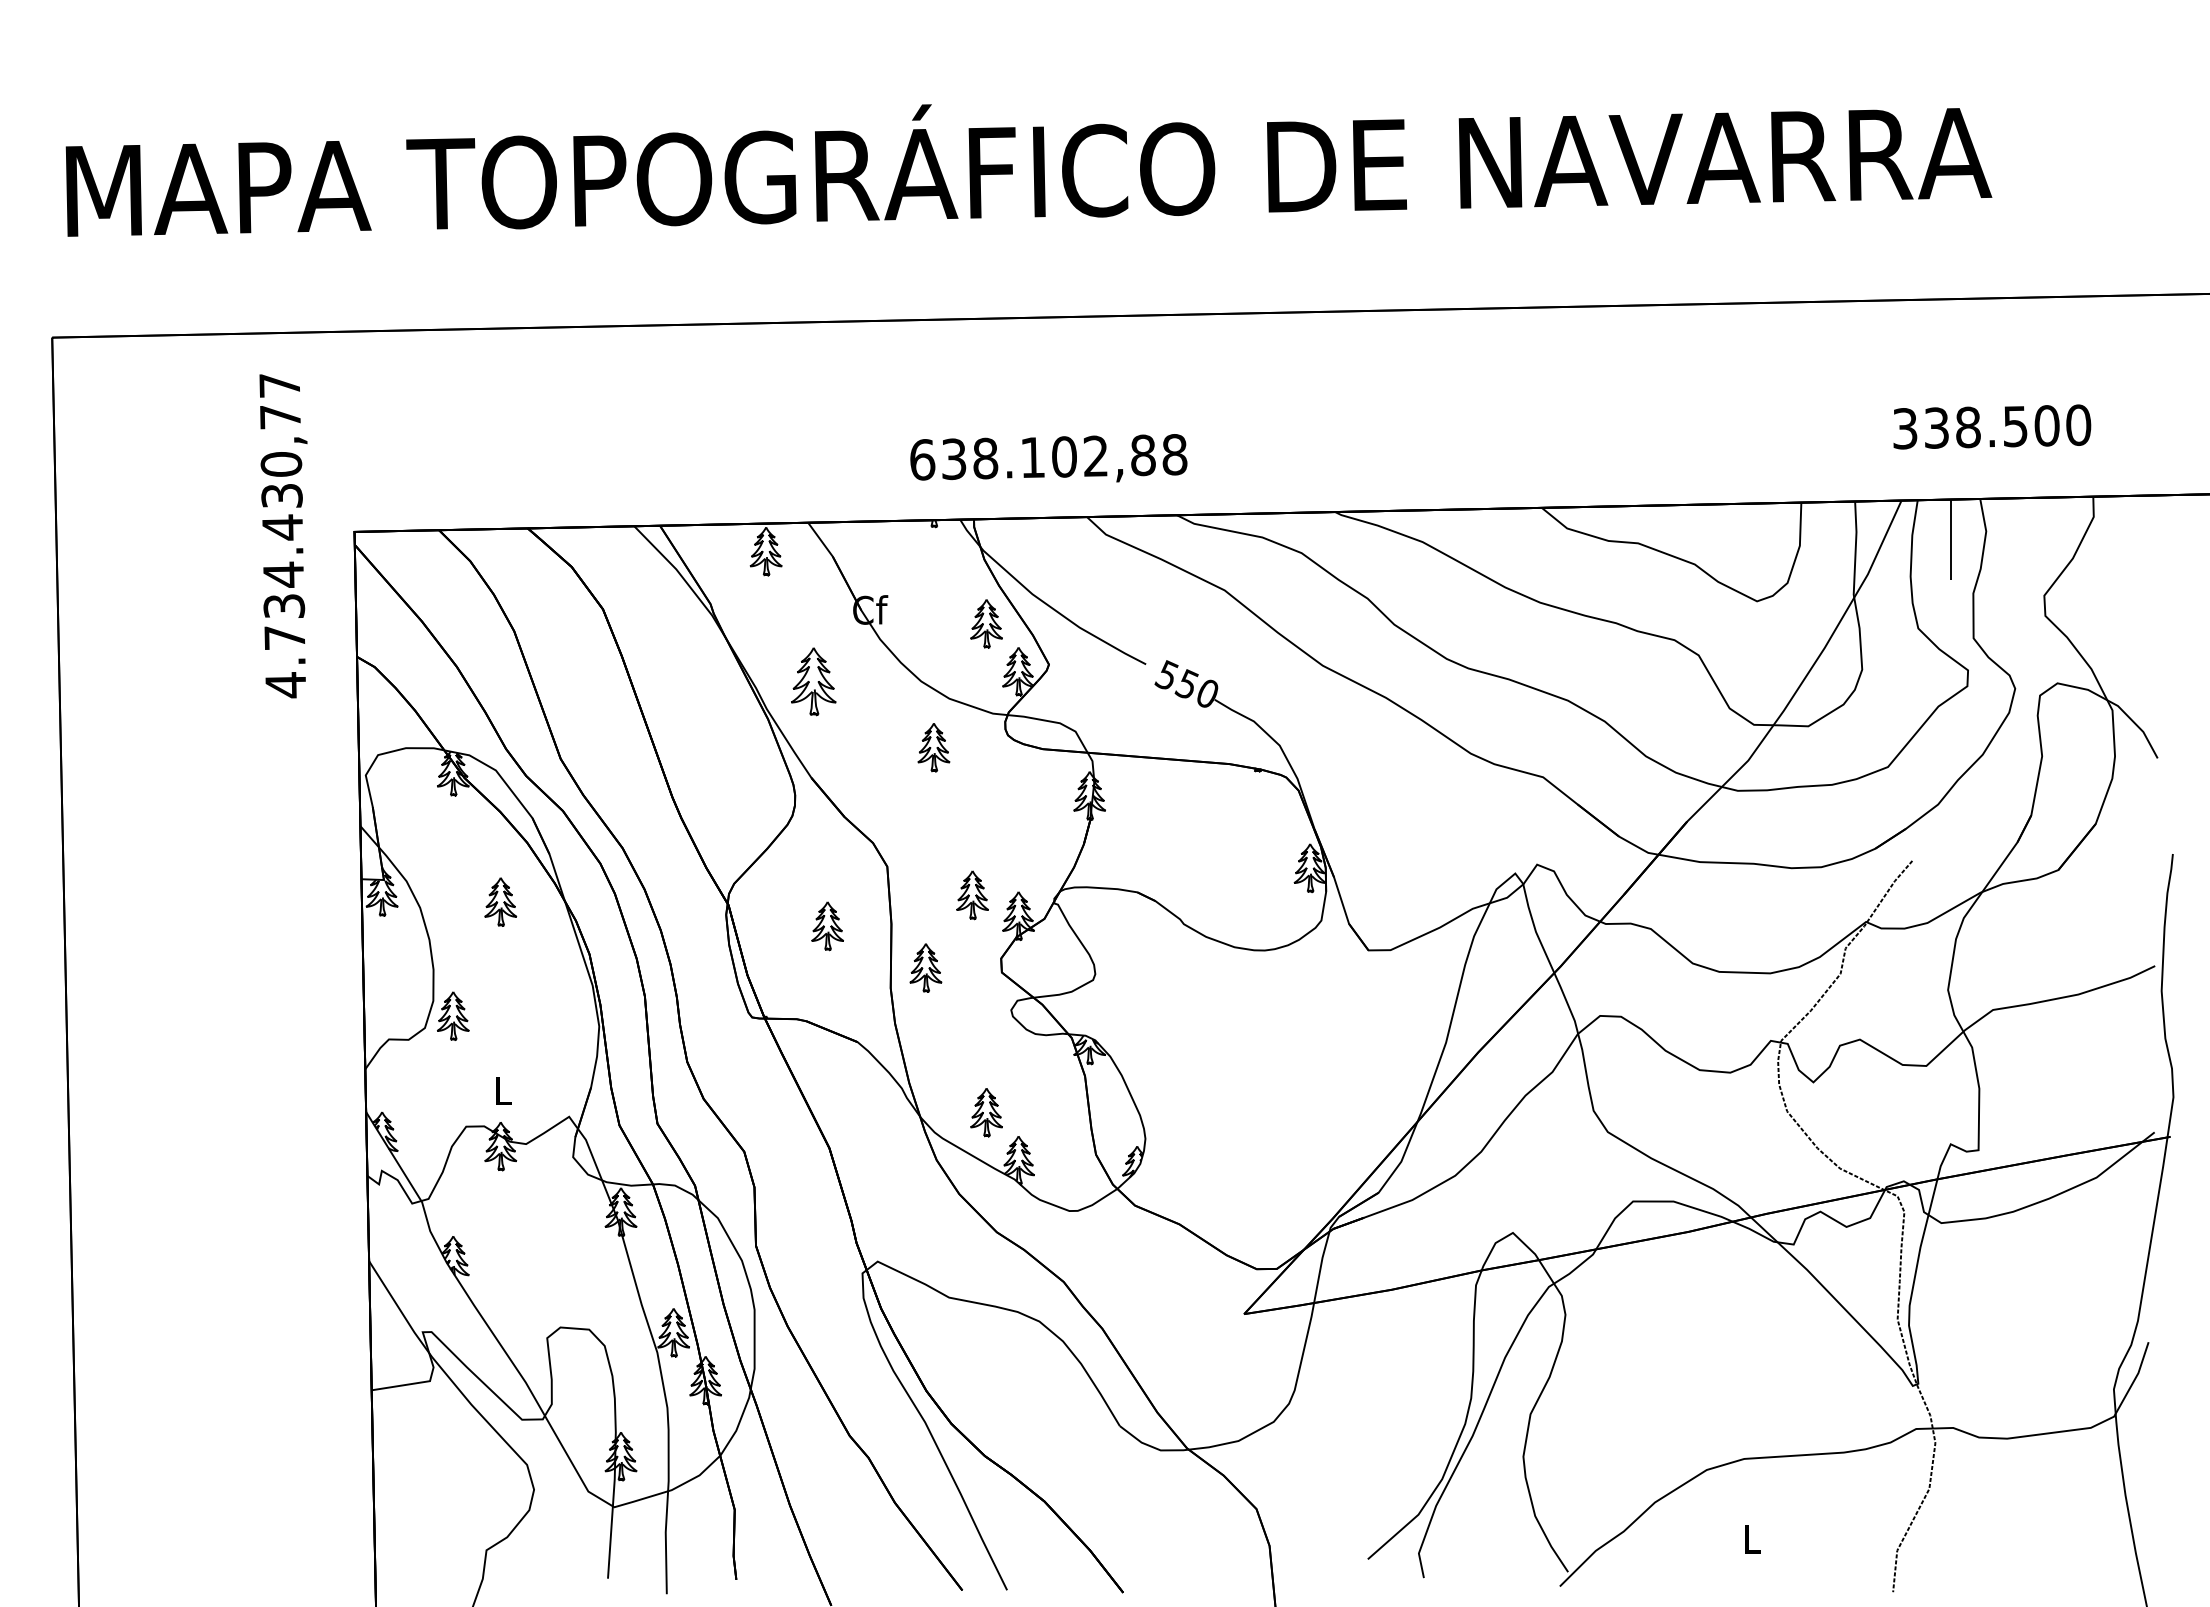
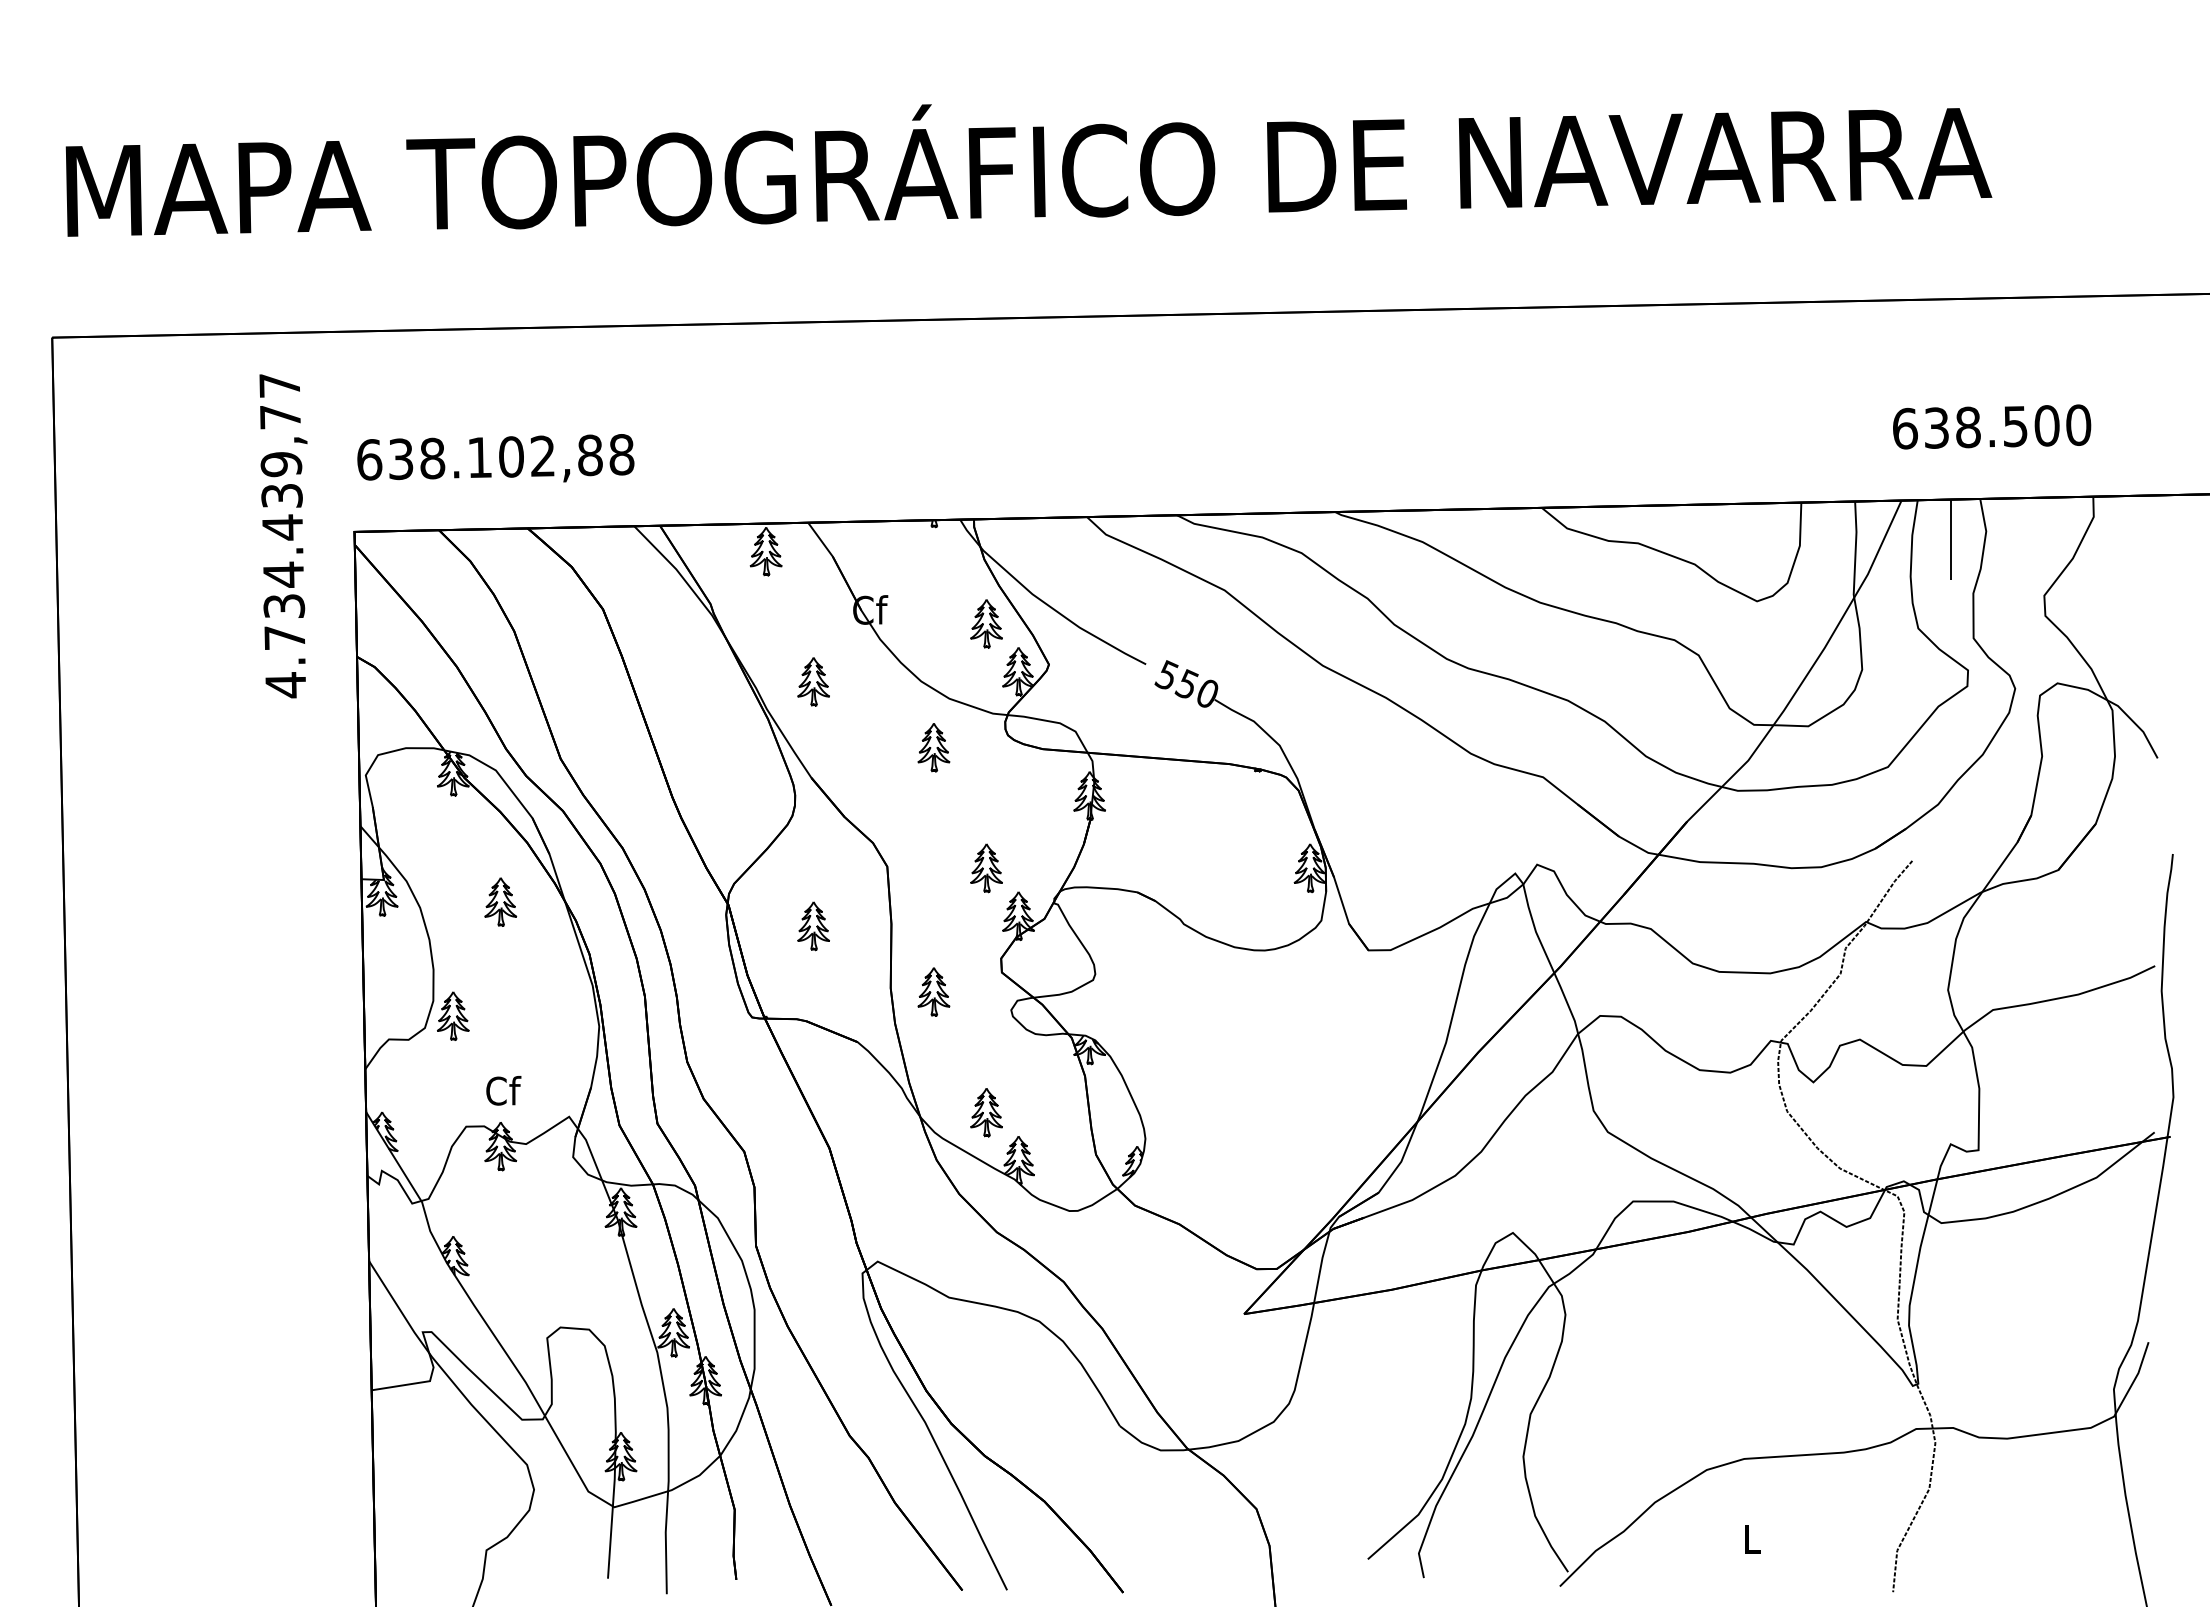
text at (1905, 428): 338.500 -> 638.500
text at (1048, 458) position: (1048, 458) -> (495, 458)
text at (281, 464): 4.734.430,77 -> 4.734.439,77
part at (813, 681) size: 46x70 px -> 33x50 px
part at (972, 895) position: (972, 895) -> (986, 868)
part at (827, 926) position: (827, 926) -> (813, 926)
part at (925, 967) position: (925, 967) -> (933, 991)
text at (503, 1090): L -> Cf
